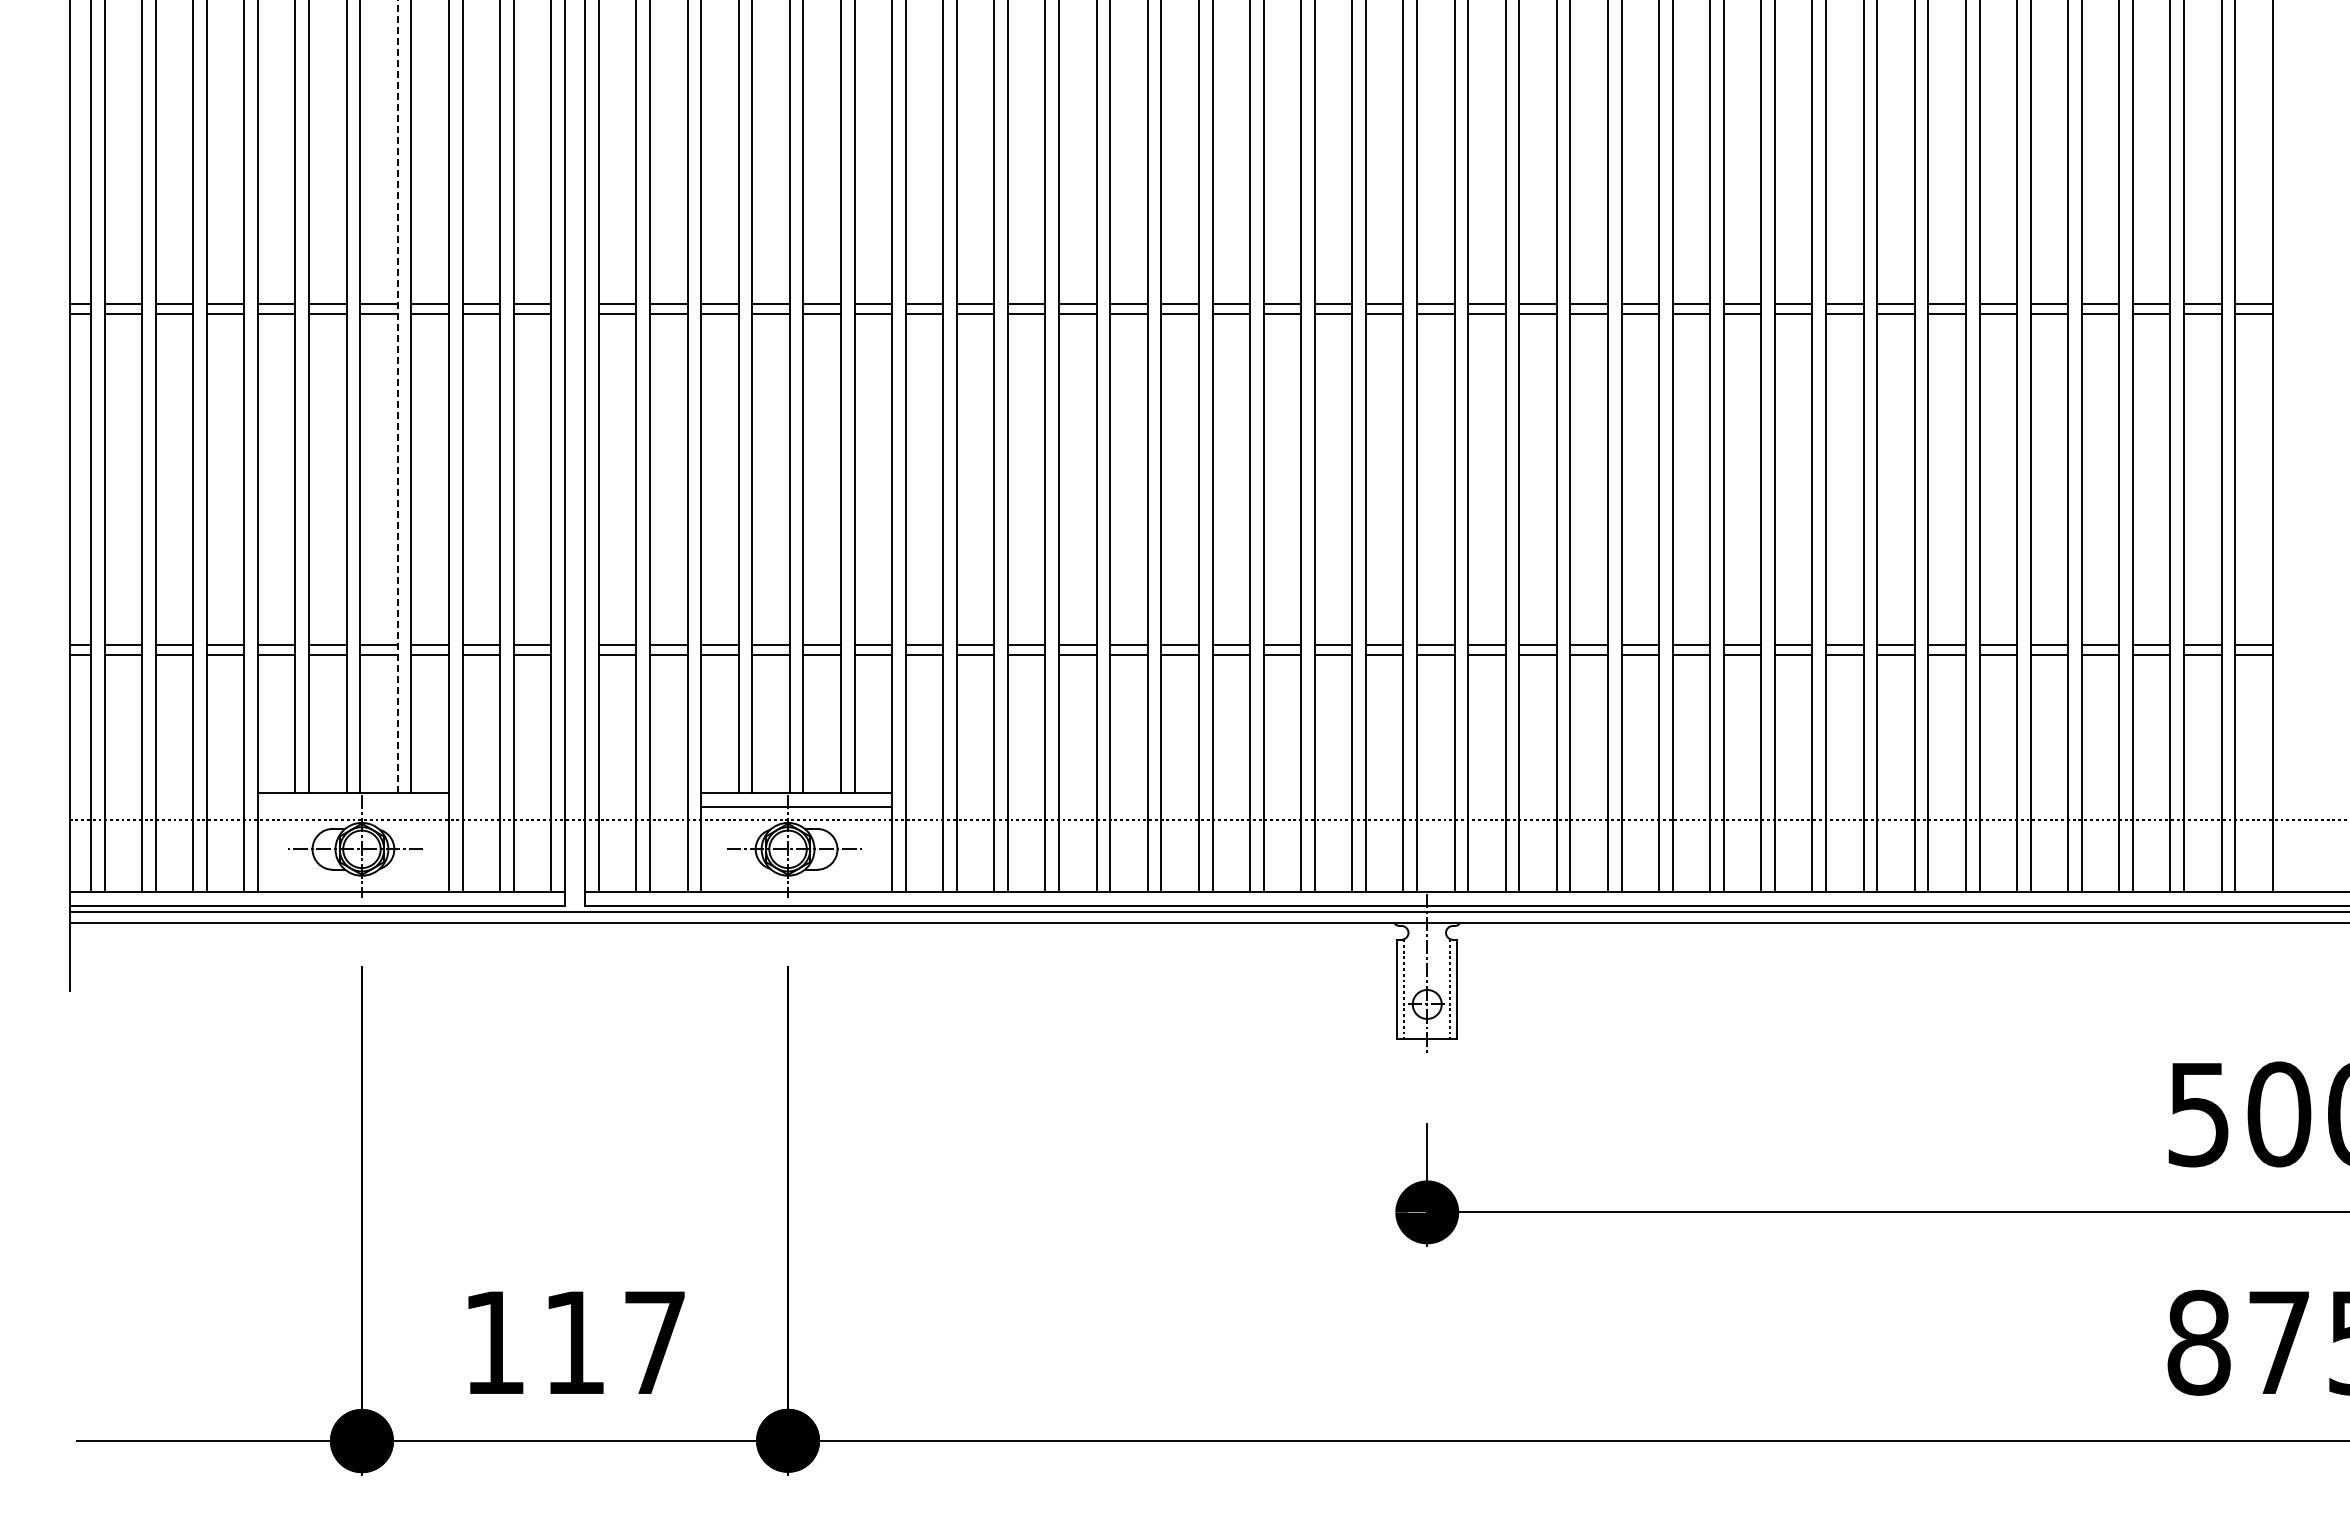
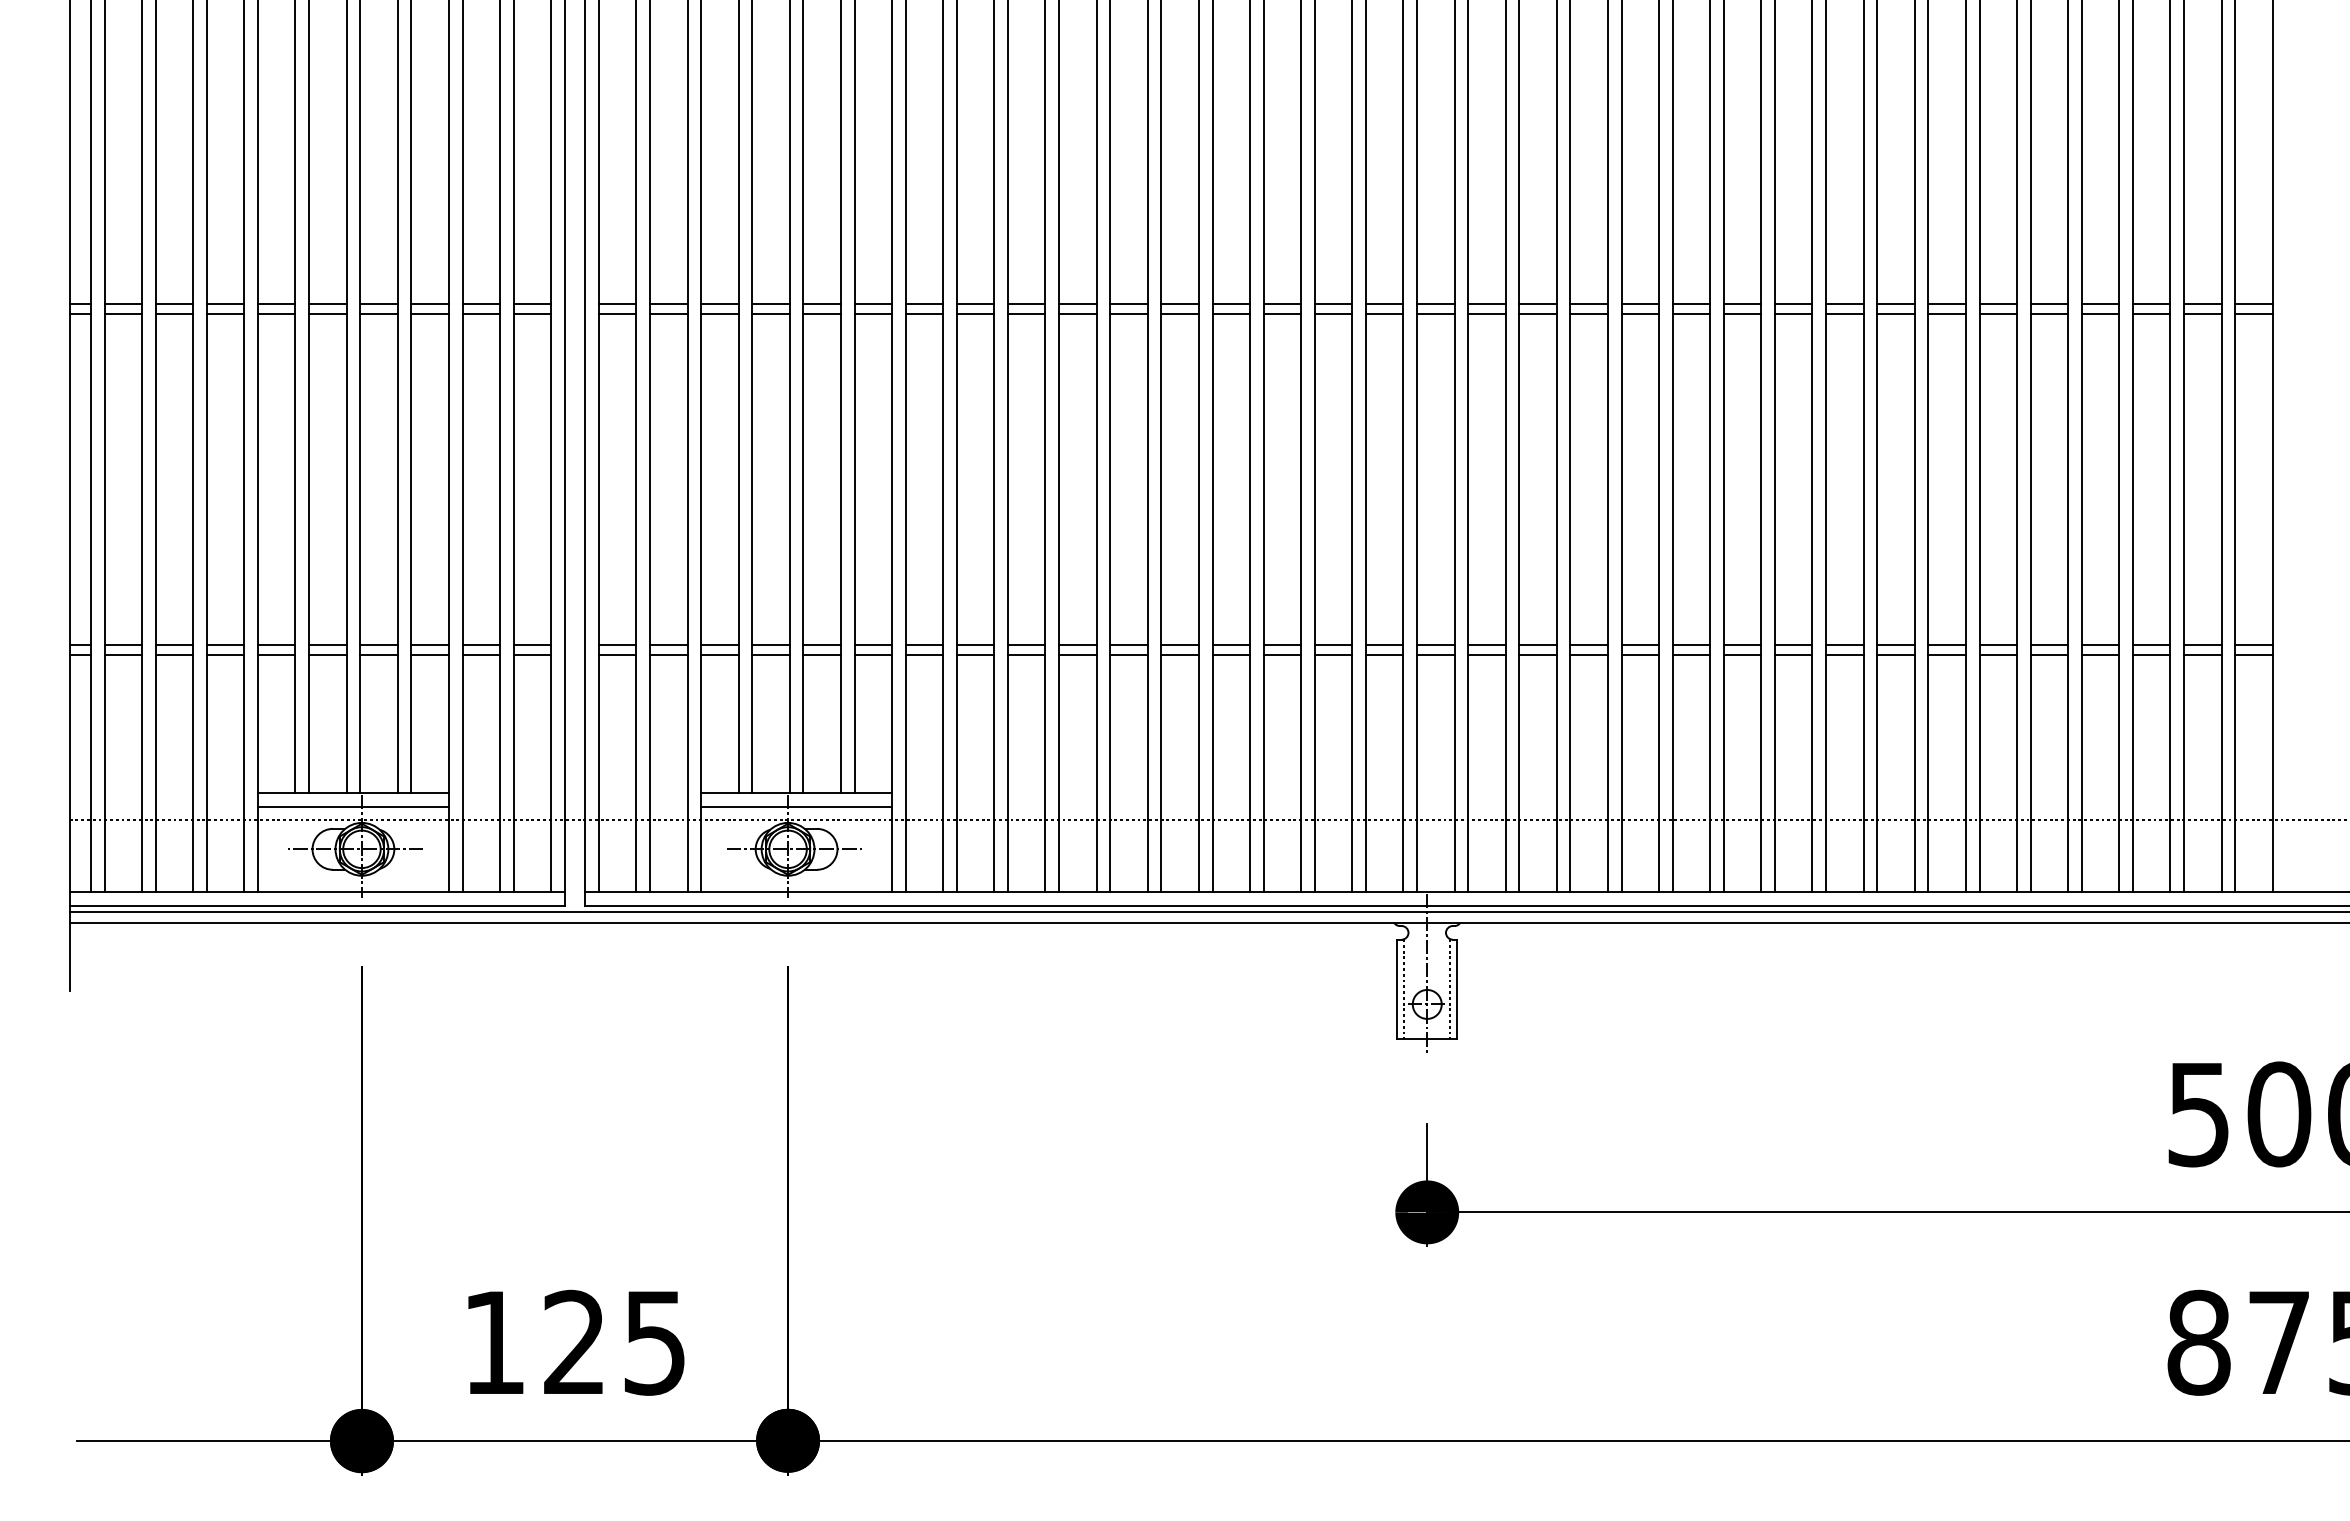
line at (397, 396): dashed -> solid
line at (352, 806): none -> present
text at (614, 1342): 117 -> 125
